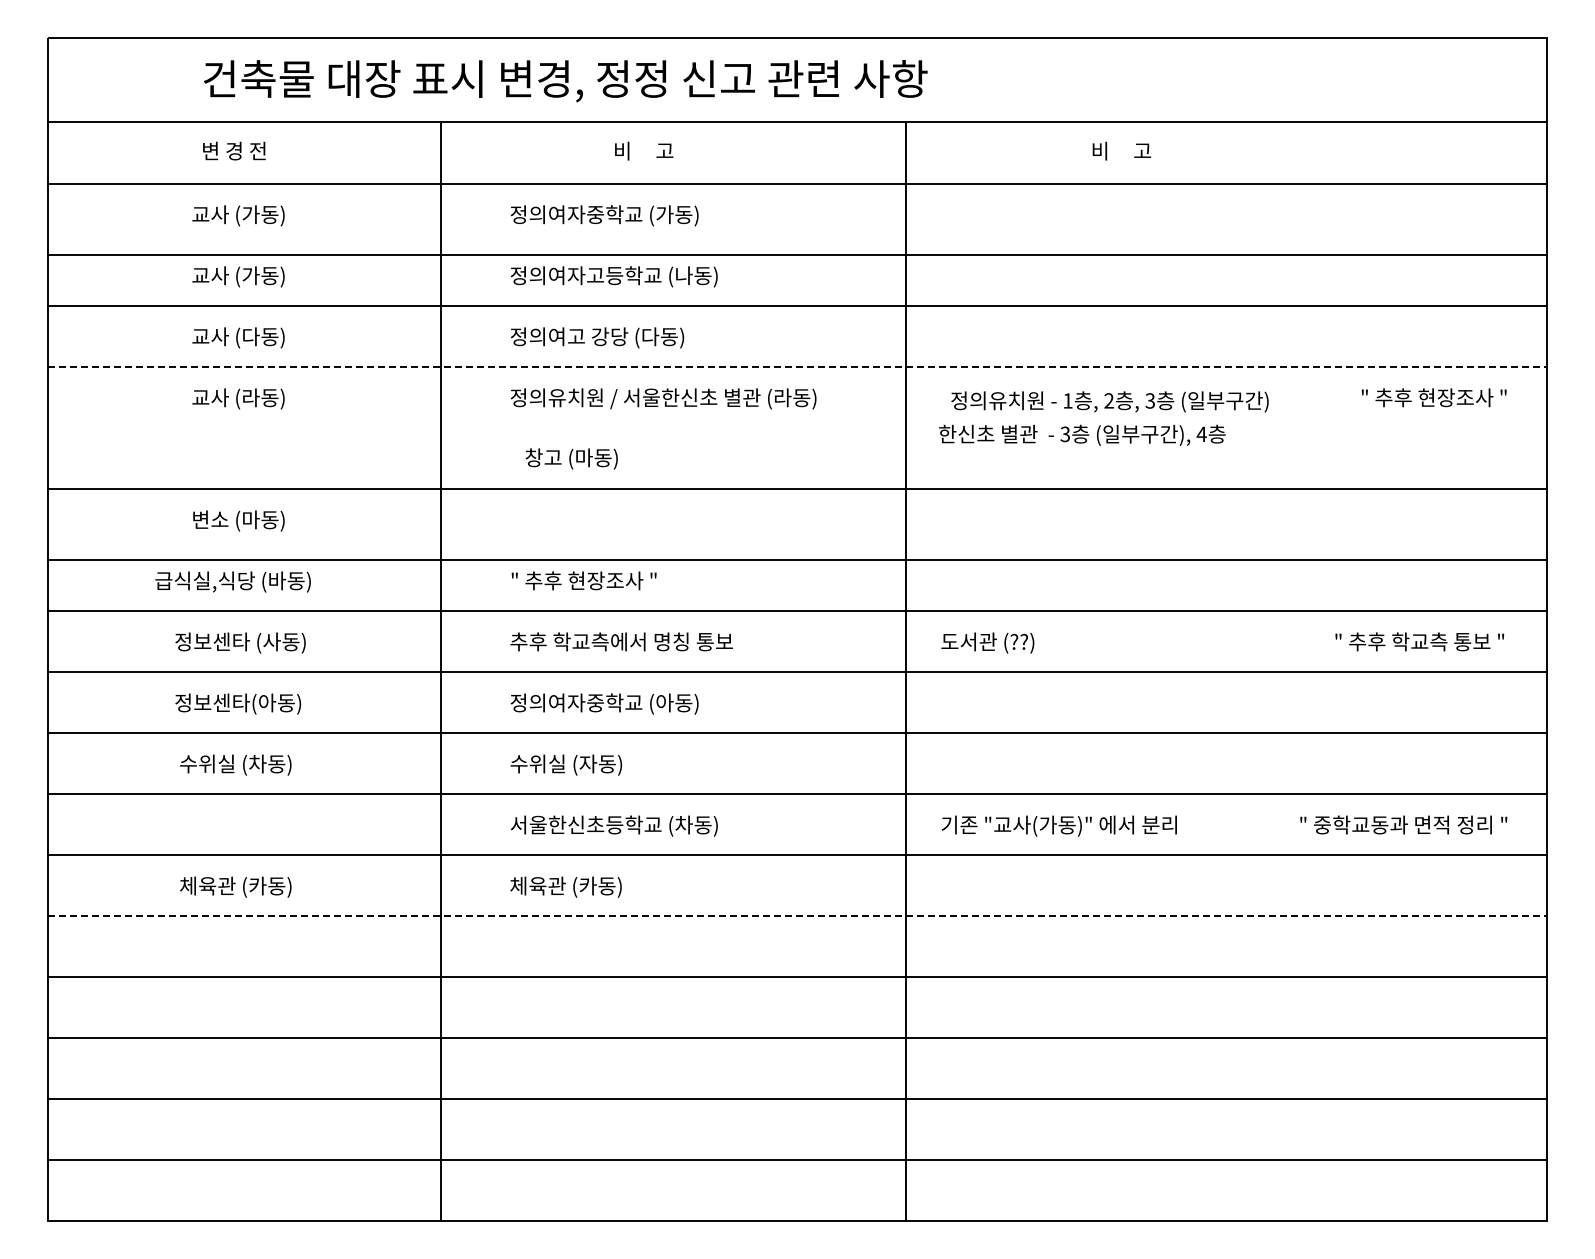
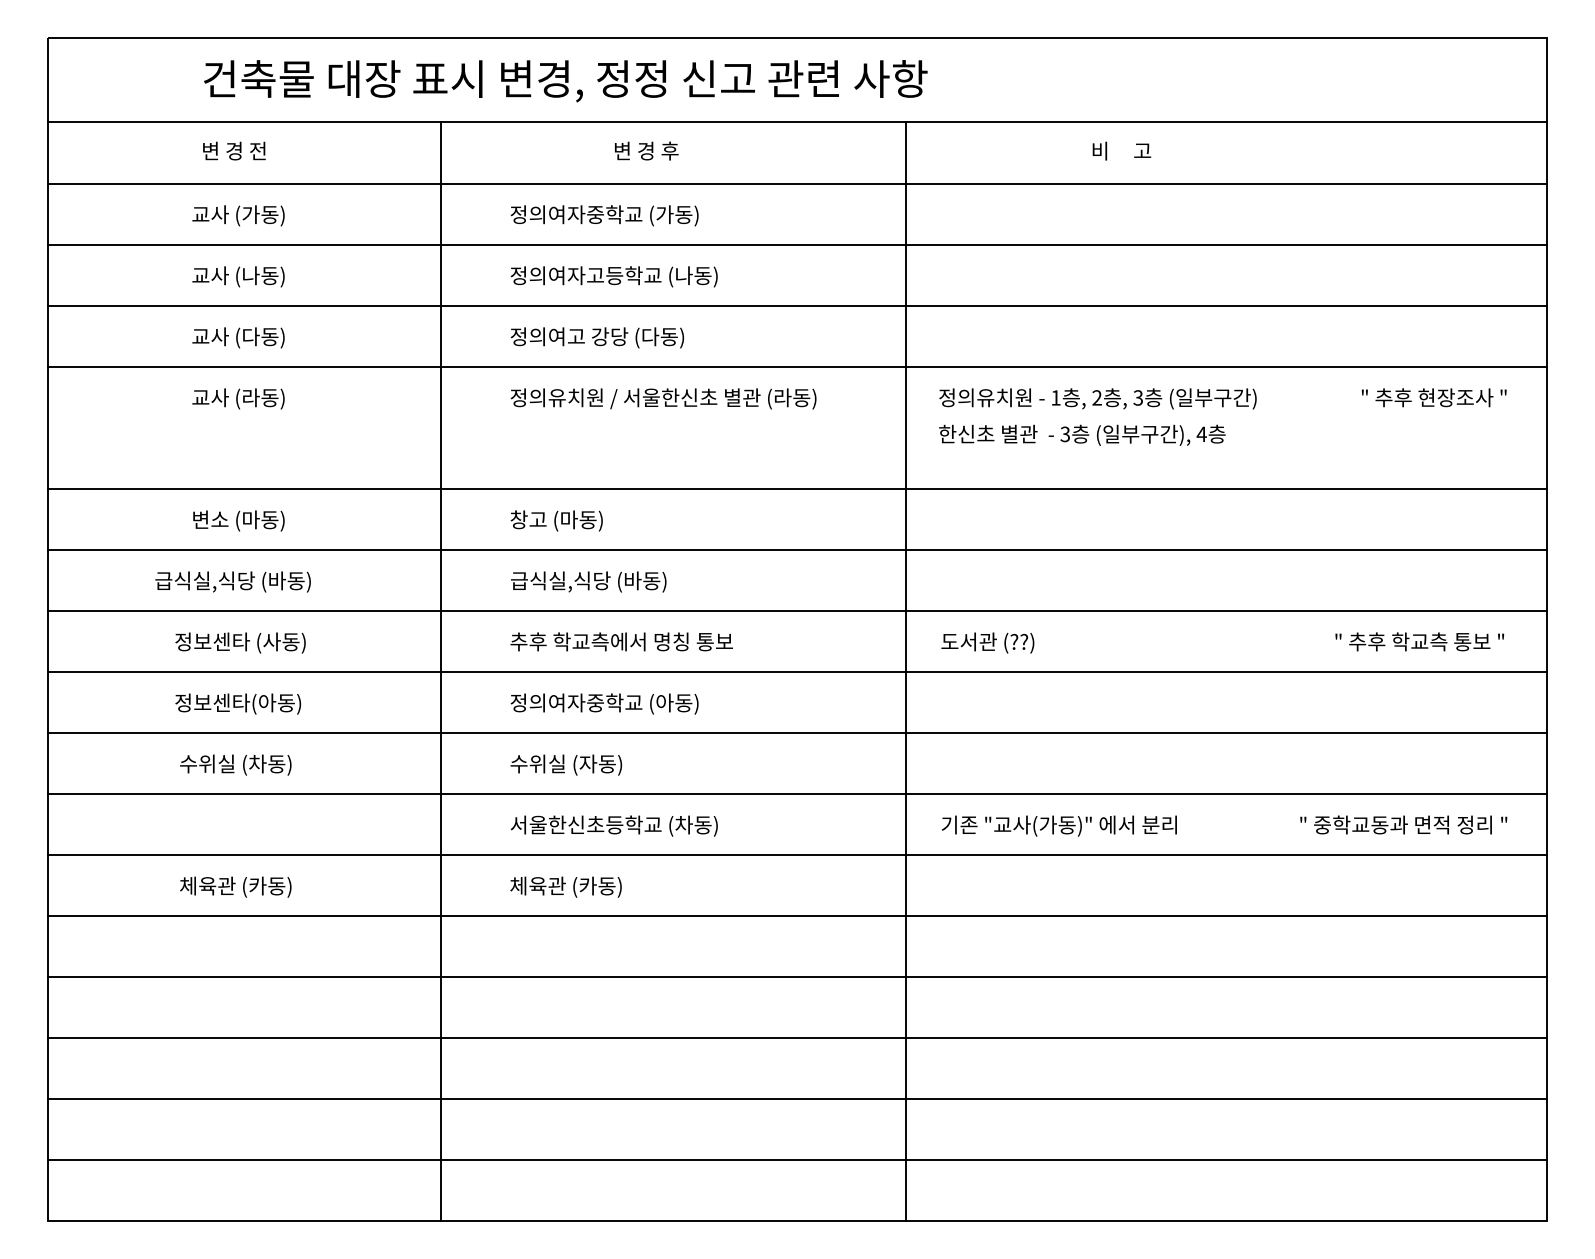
text at (646, 150): 비     고 -> 변 경 후
line at (797, 254) position: (797, 254) -> (797, 244)
text at (250, 274): 교사 (가동) -> 교사 (나동)
line at (797, 366): dashed -> solid
text at (1109, 401) position: (1109, 401) -> (1097, 398)
text at (571, 458) position: (571, 458) -> (556, 520)
line at (797, 559) position: (797, 559) -> (797, 549)
text at (588, 581): " 추후 현장조사 " -> 급식실,식당 (바동)
line at (797, 915): dashed -> solid
